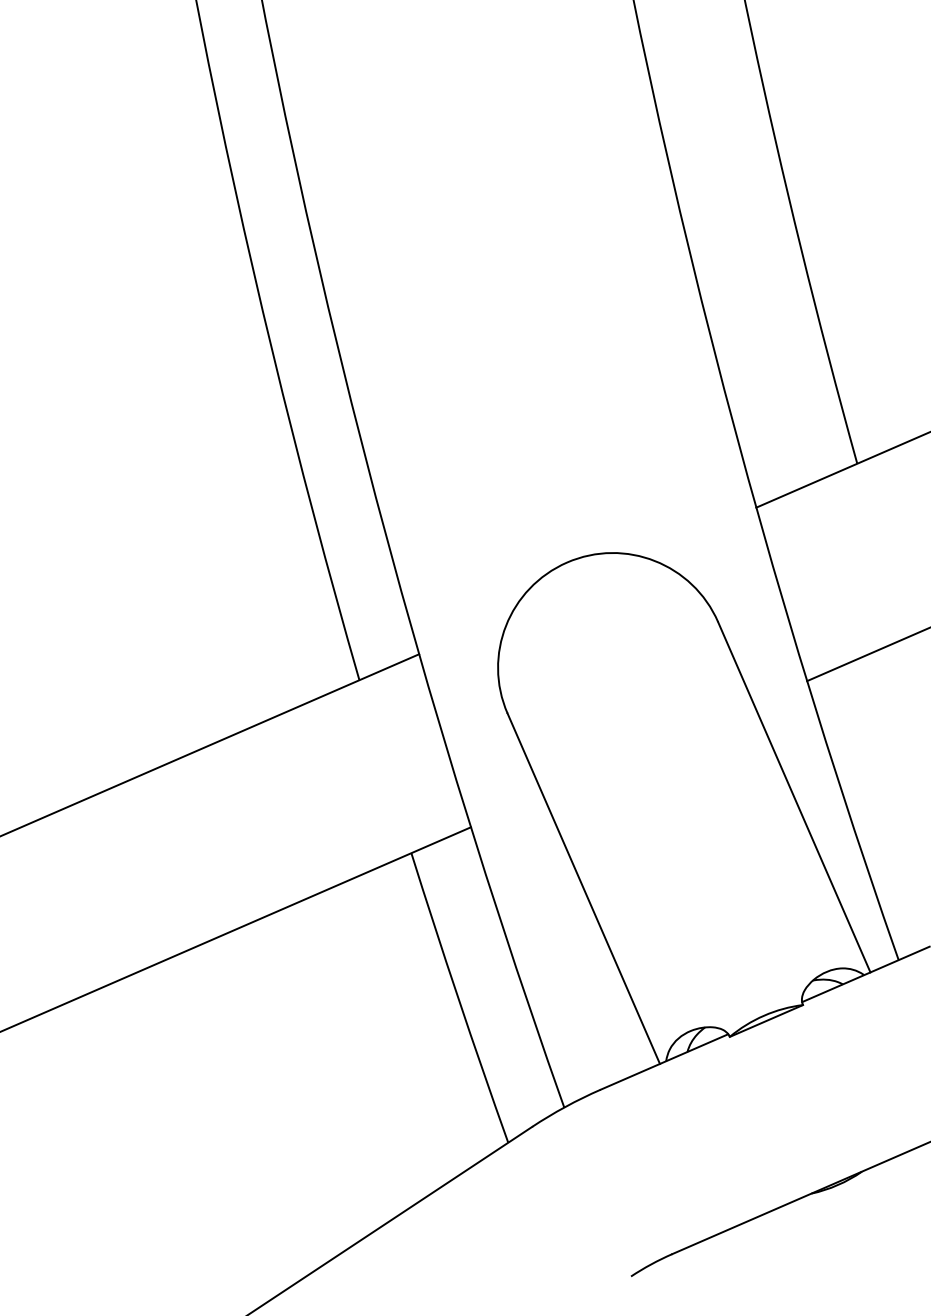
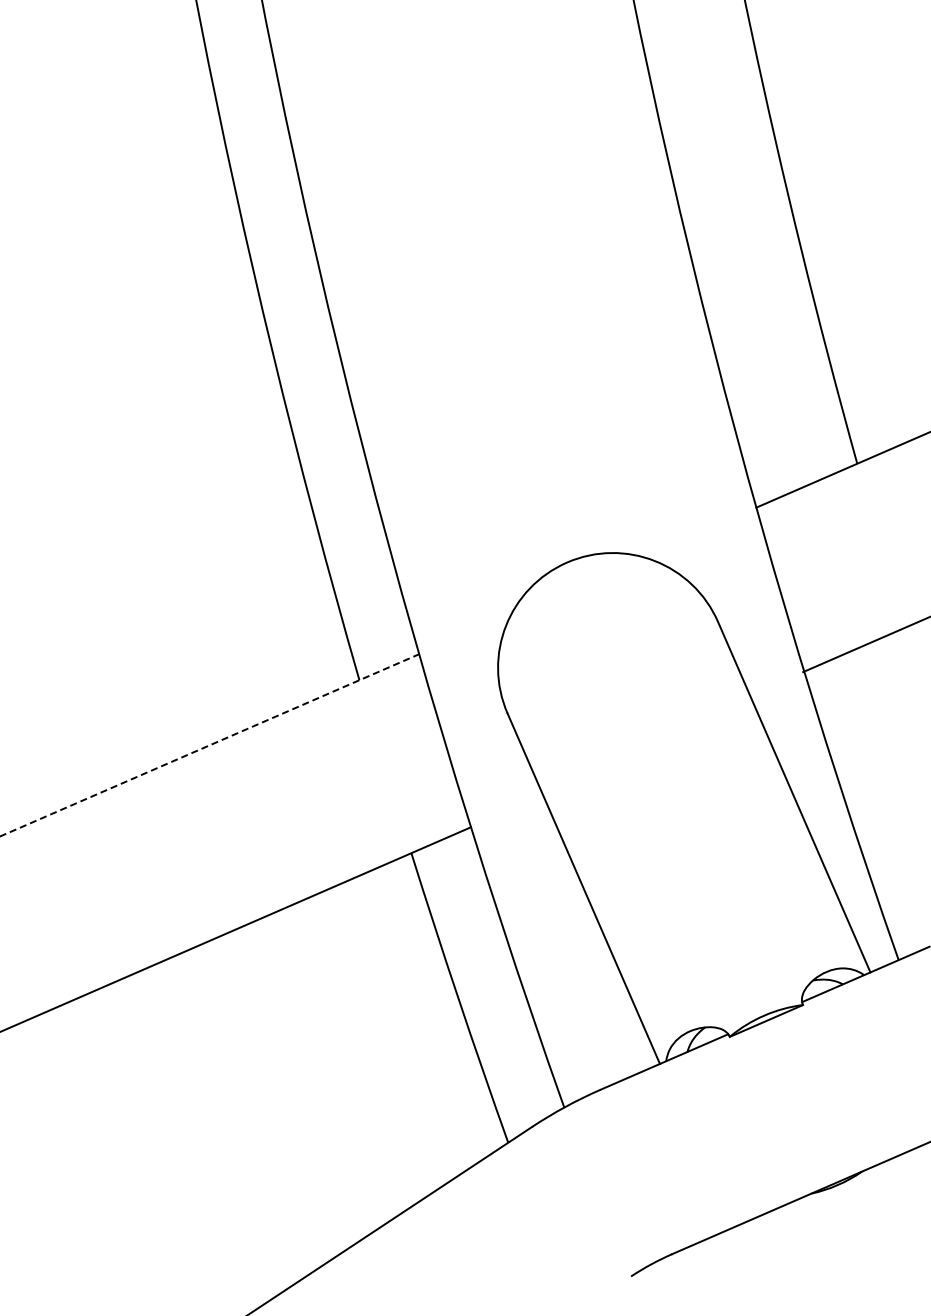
line at (867, 654) position: (867, 654) -> (865, 645)
line at (210, 745): solid -> dashed
